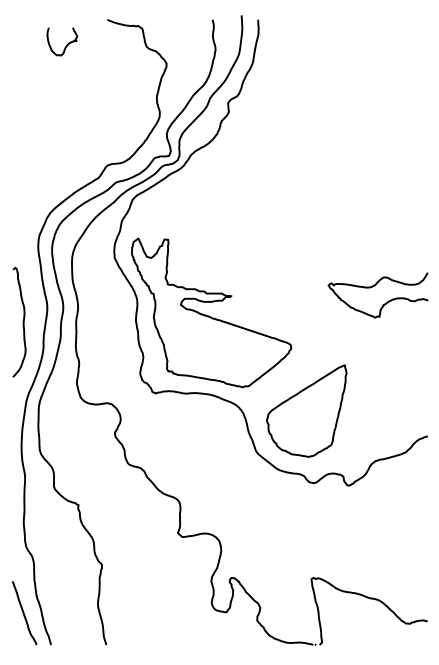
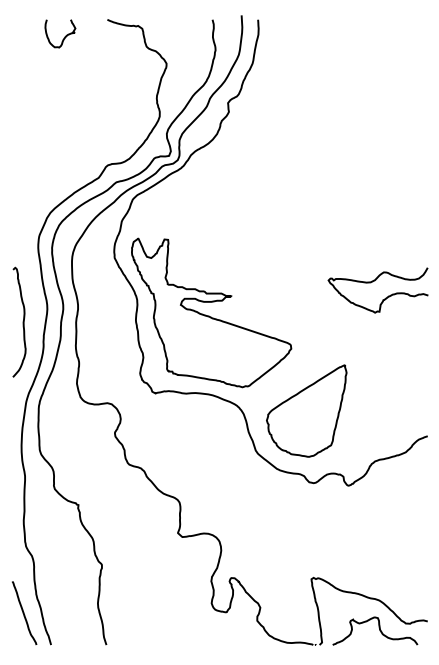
curve at (66, 44) position: (66, 44) -> (64, 36)
curve at (372, 287) position: (372, 287) -> (372, 282)
curve at (379, 630): none -> present
